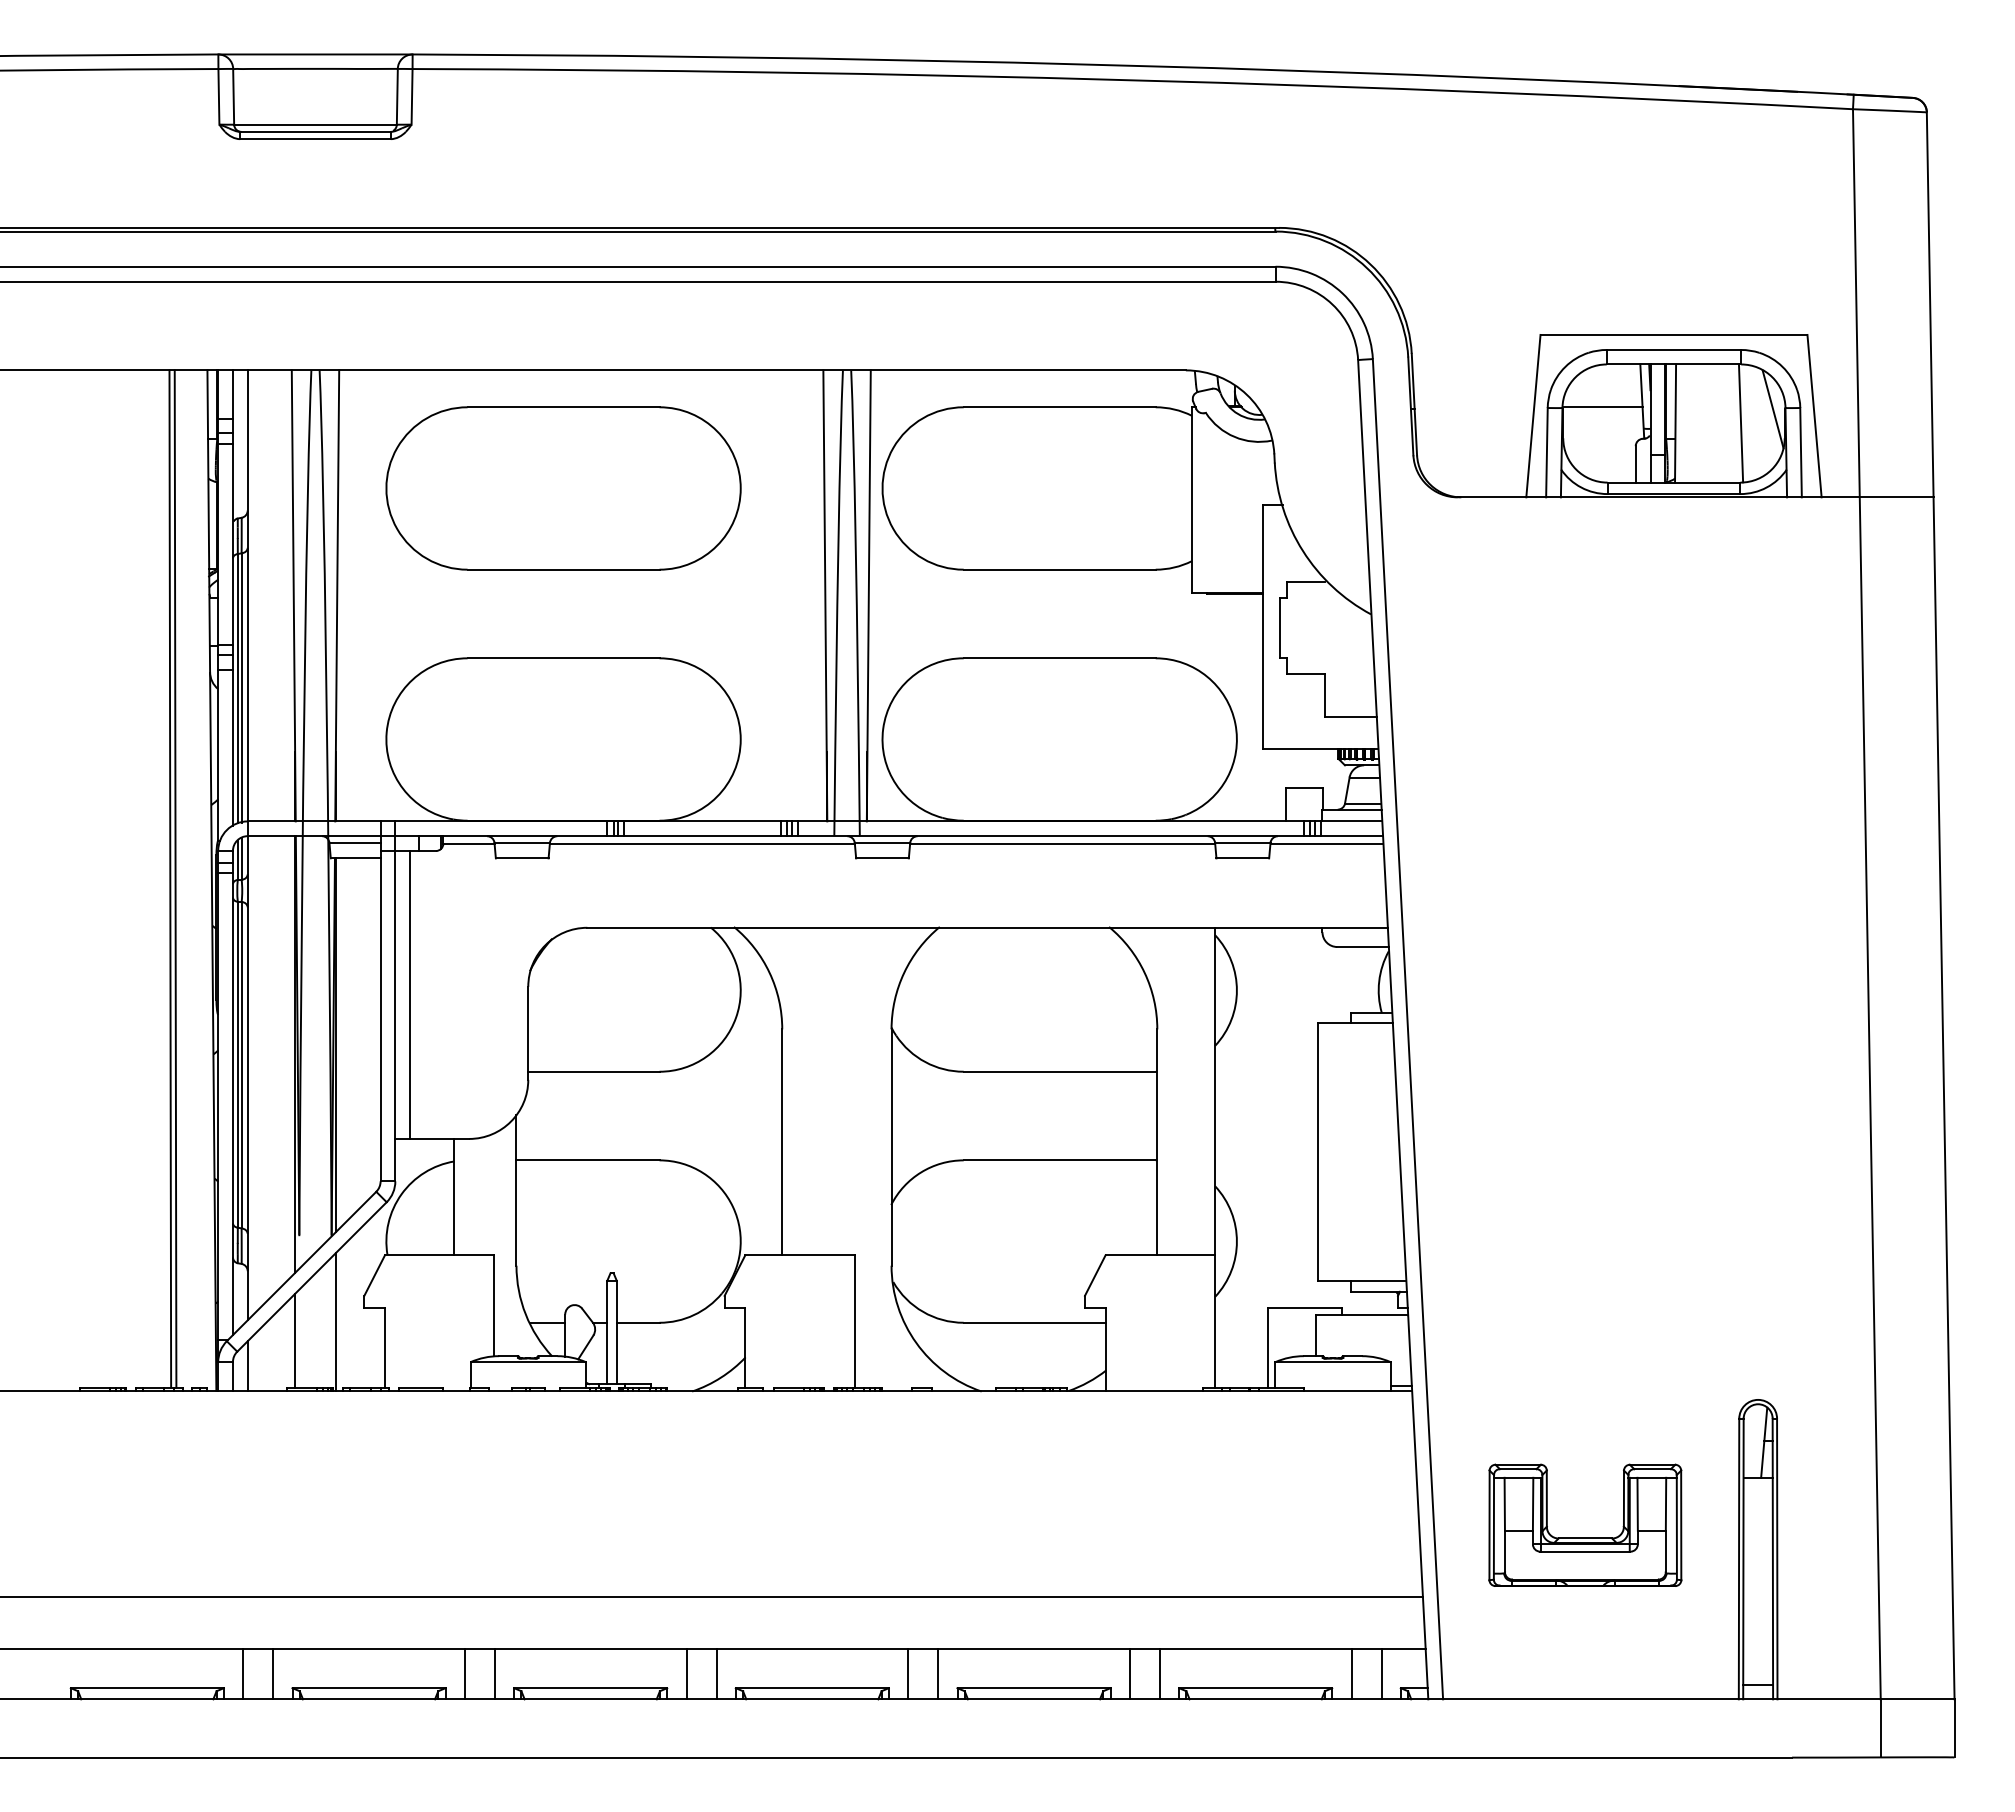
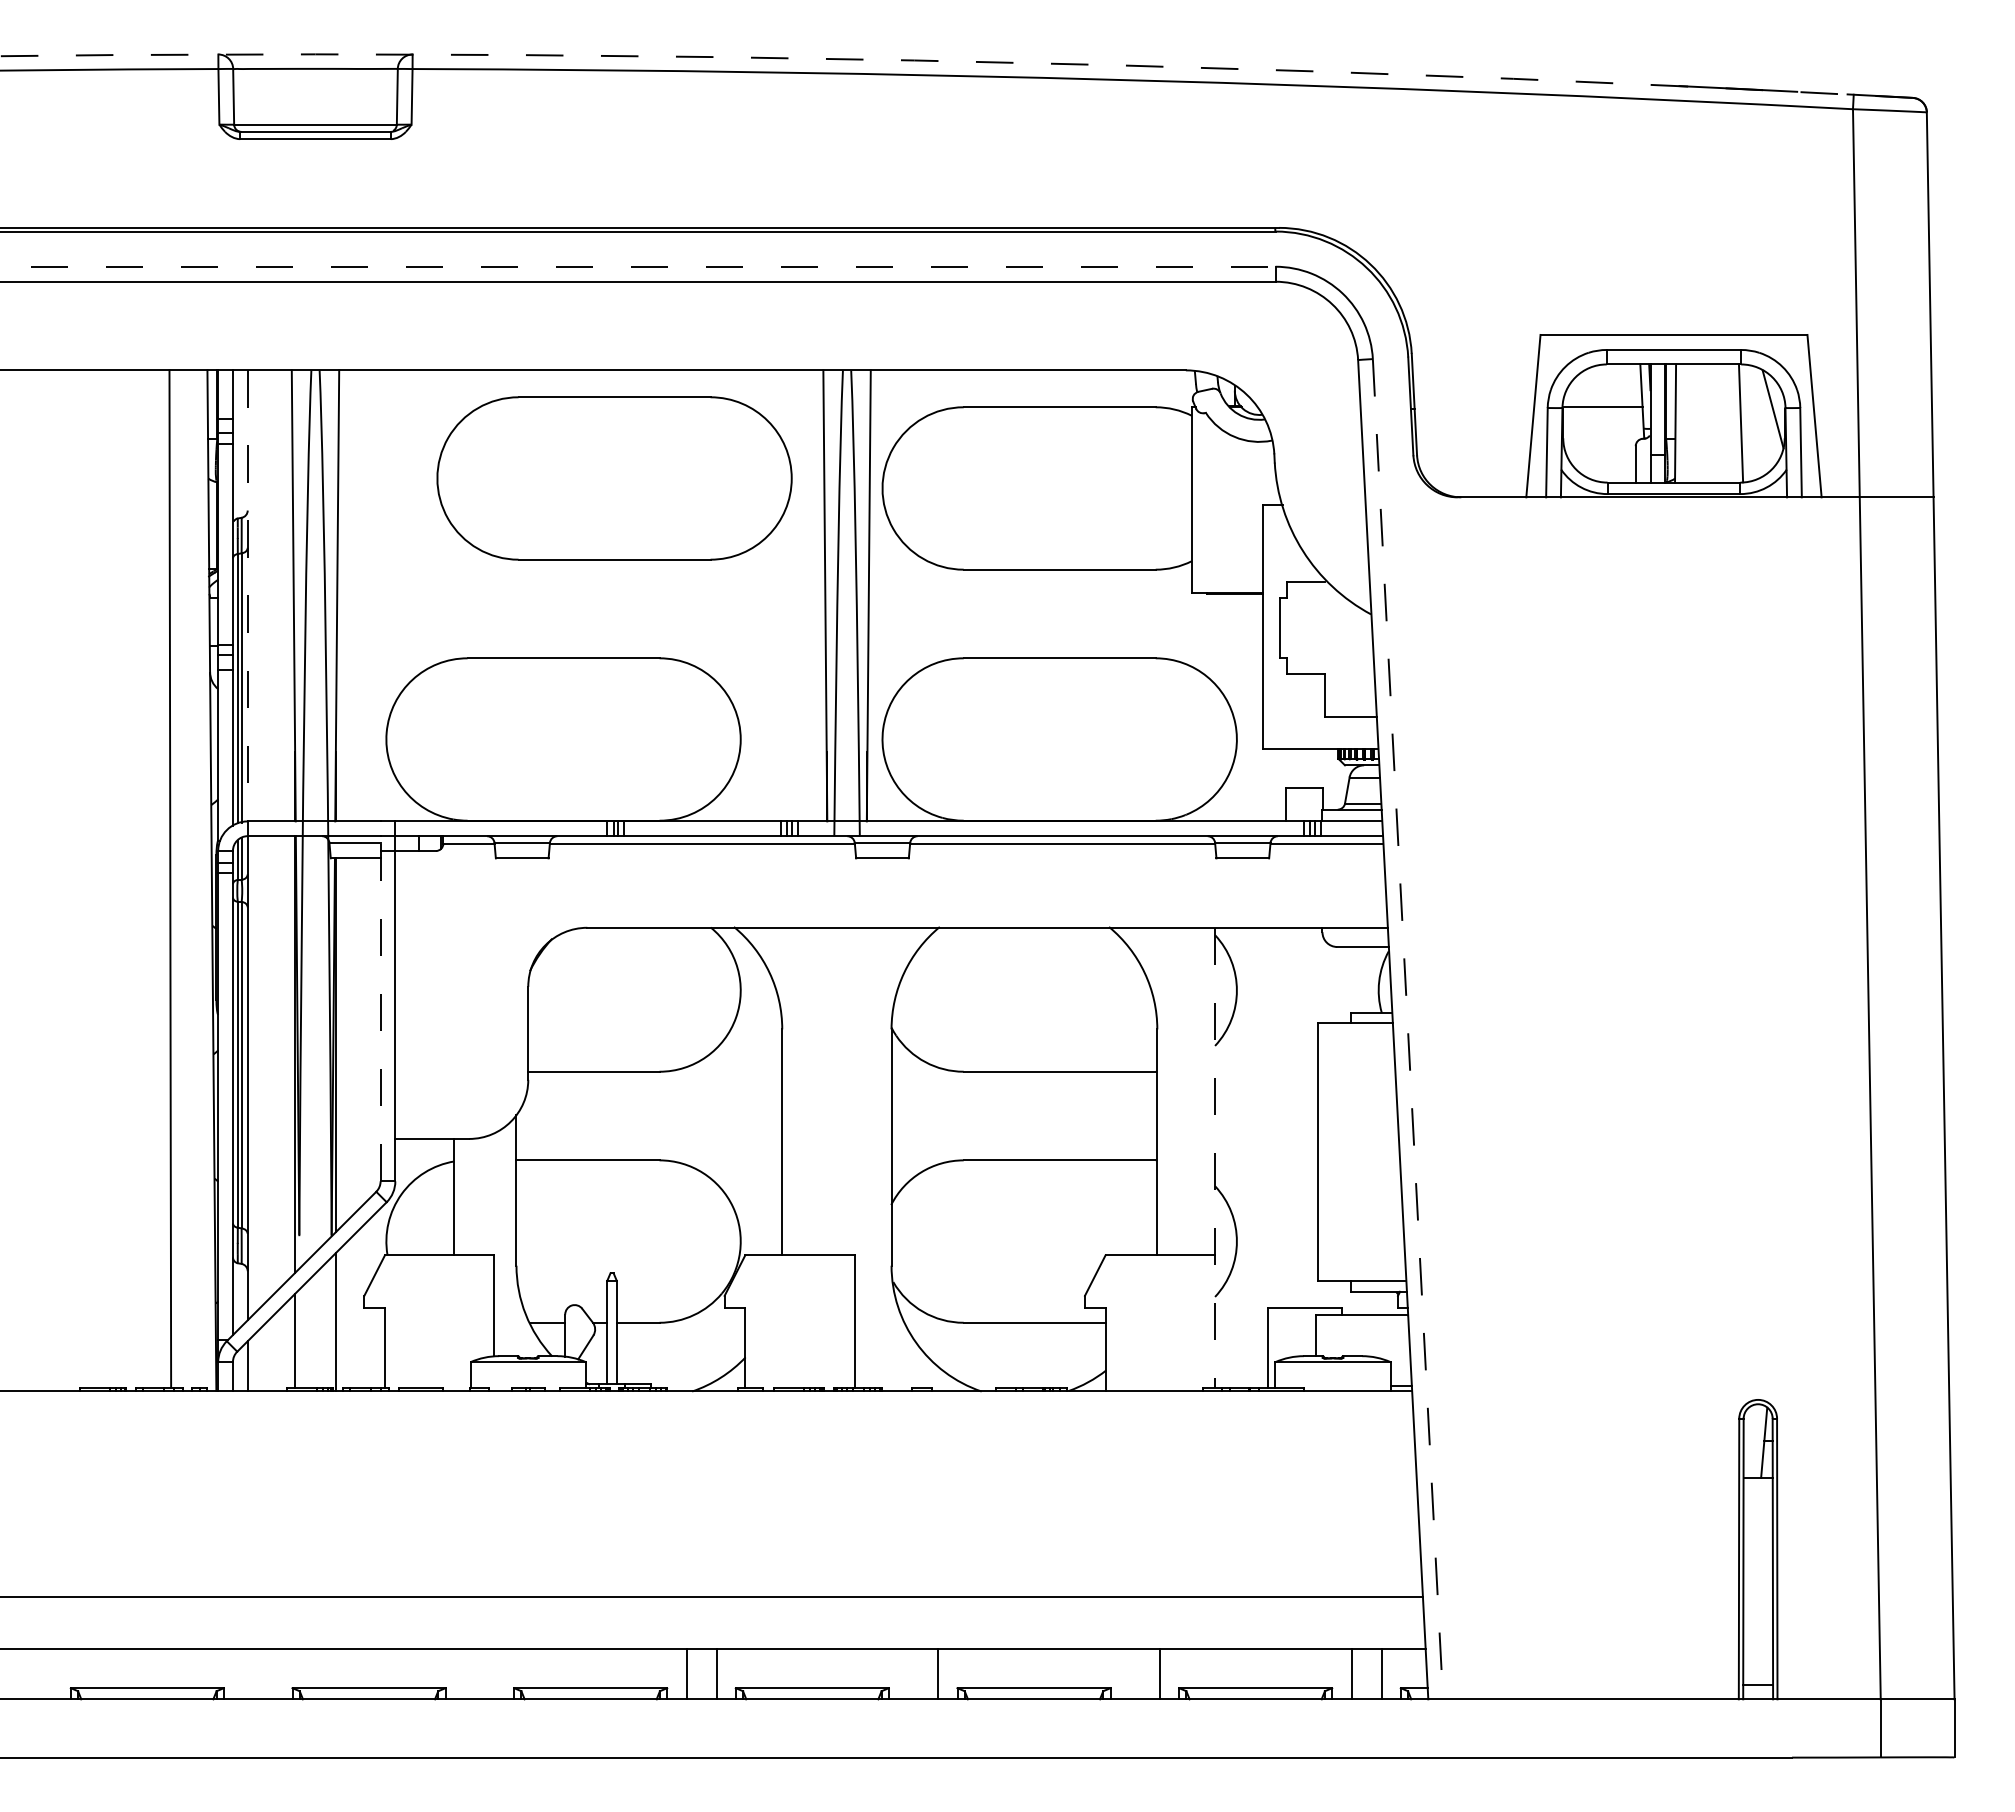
arc at (956, 61): solid -> dashed
line at (637, 266): solid -> dashed
part at (563, 488) position: (563, 488) -> (614, 478)
line at (247, 596): solid -> dashed
line at (175, 878): present -> none
line at (410, 994): present -> none
line at (380, 1001): solid -> dashed
line at (1408, 1029): solid -> dashed
line at (1214, 1157): solid -> dashed
part at (1585, 1537): present -> none
line at (243, 1674): present -> none
line at (273, 1674): present -> none
line at (464, 1674): present -> none
line at (494, 1674): present -> none
line at (908, 1674): present -> none
line at (1129, 1674): present -> none
